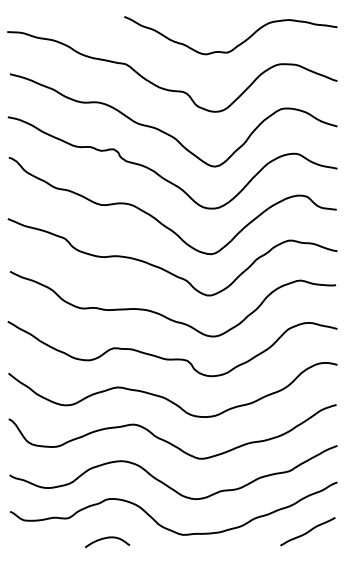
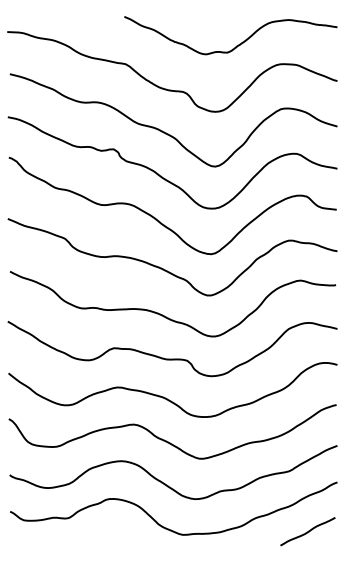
curve at (107, 538): present -> none
